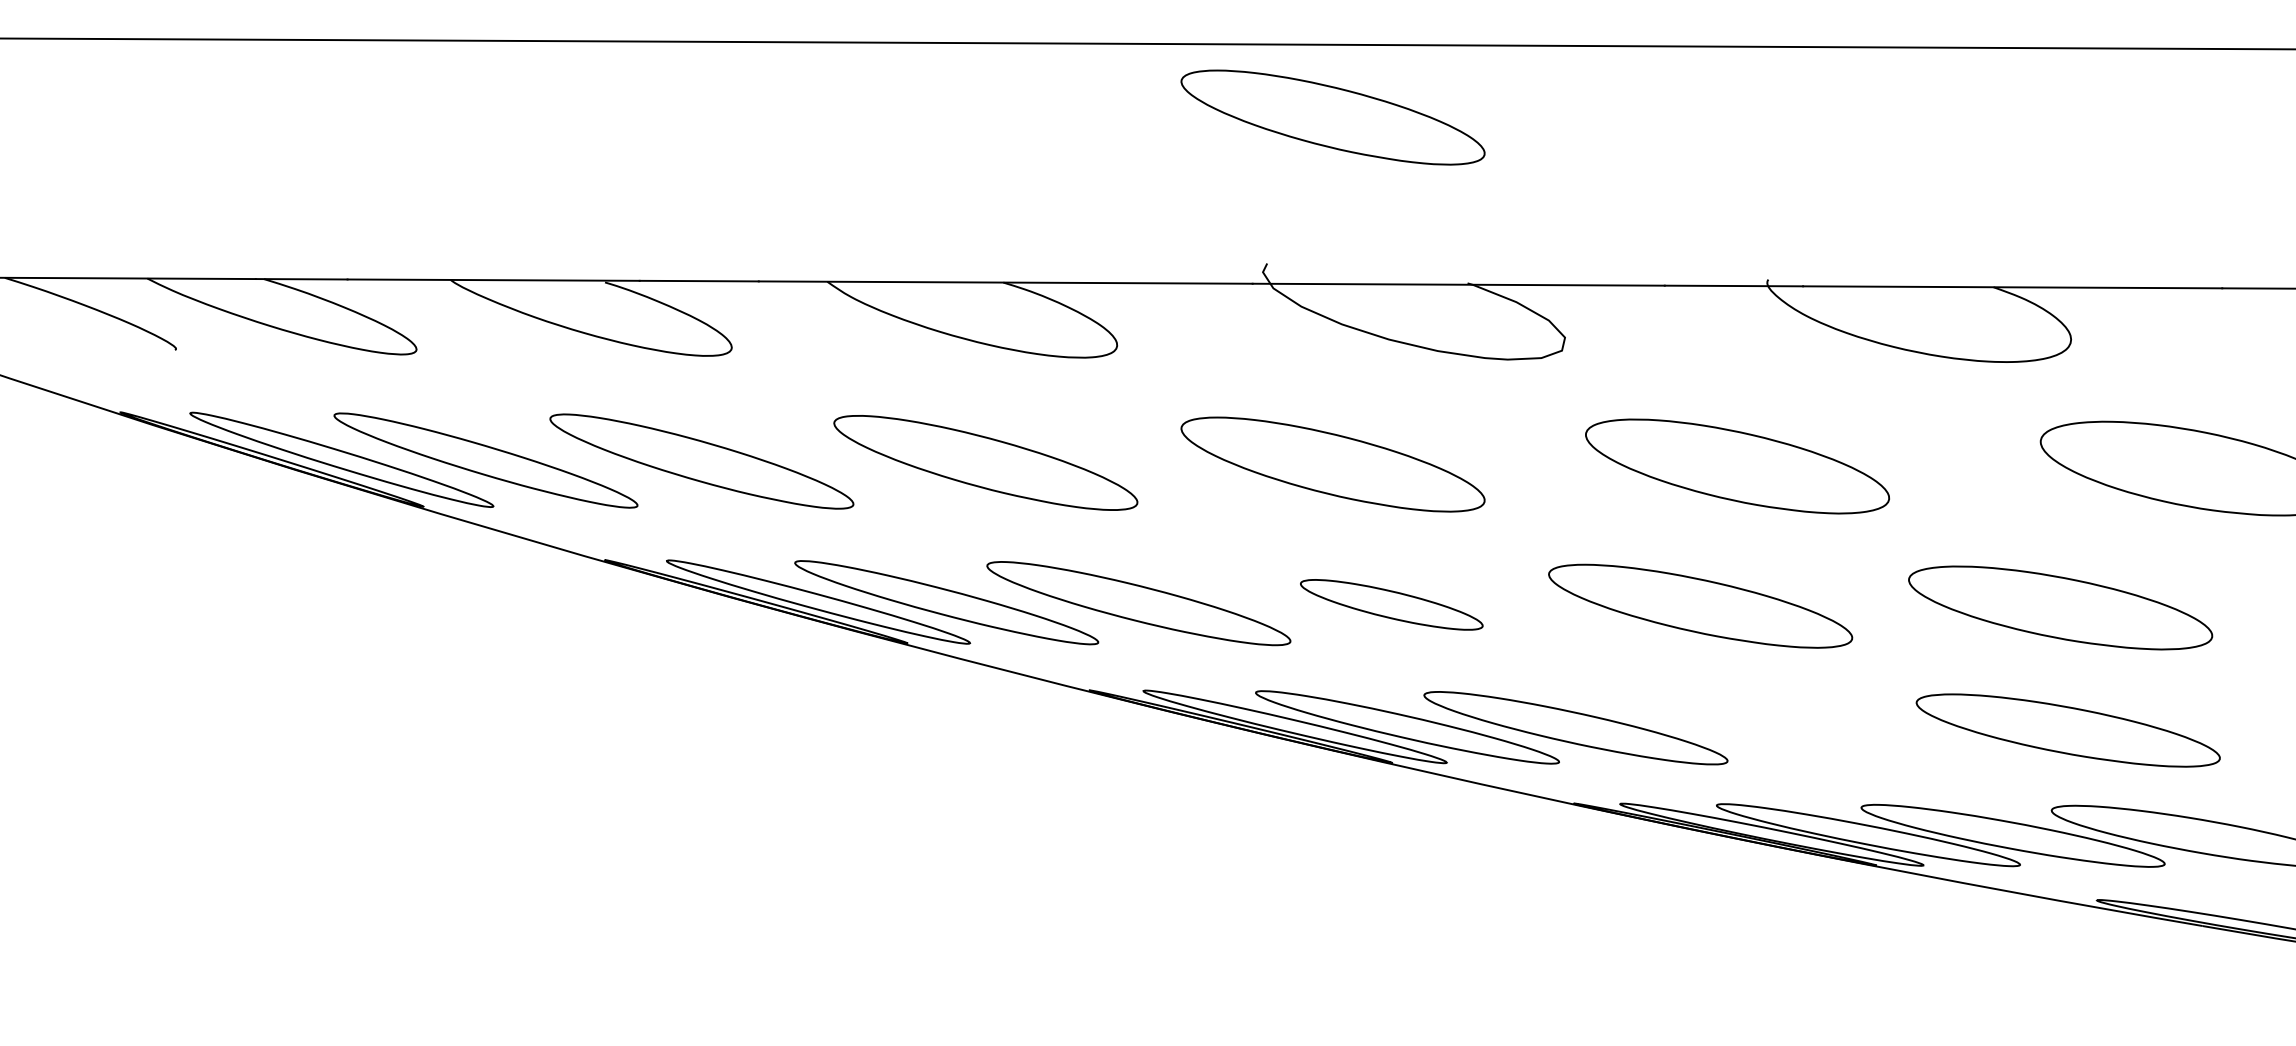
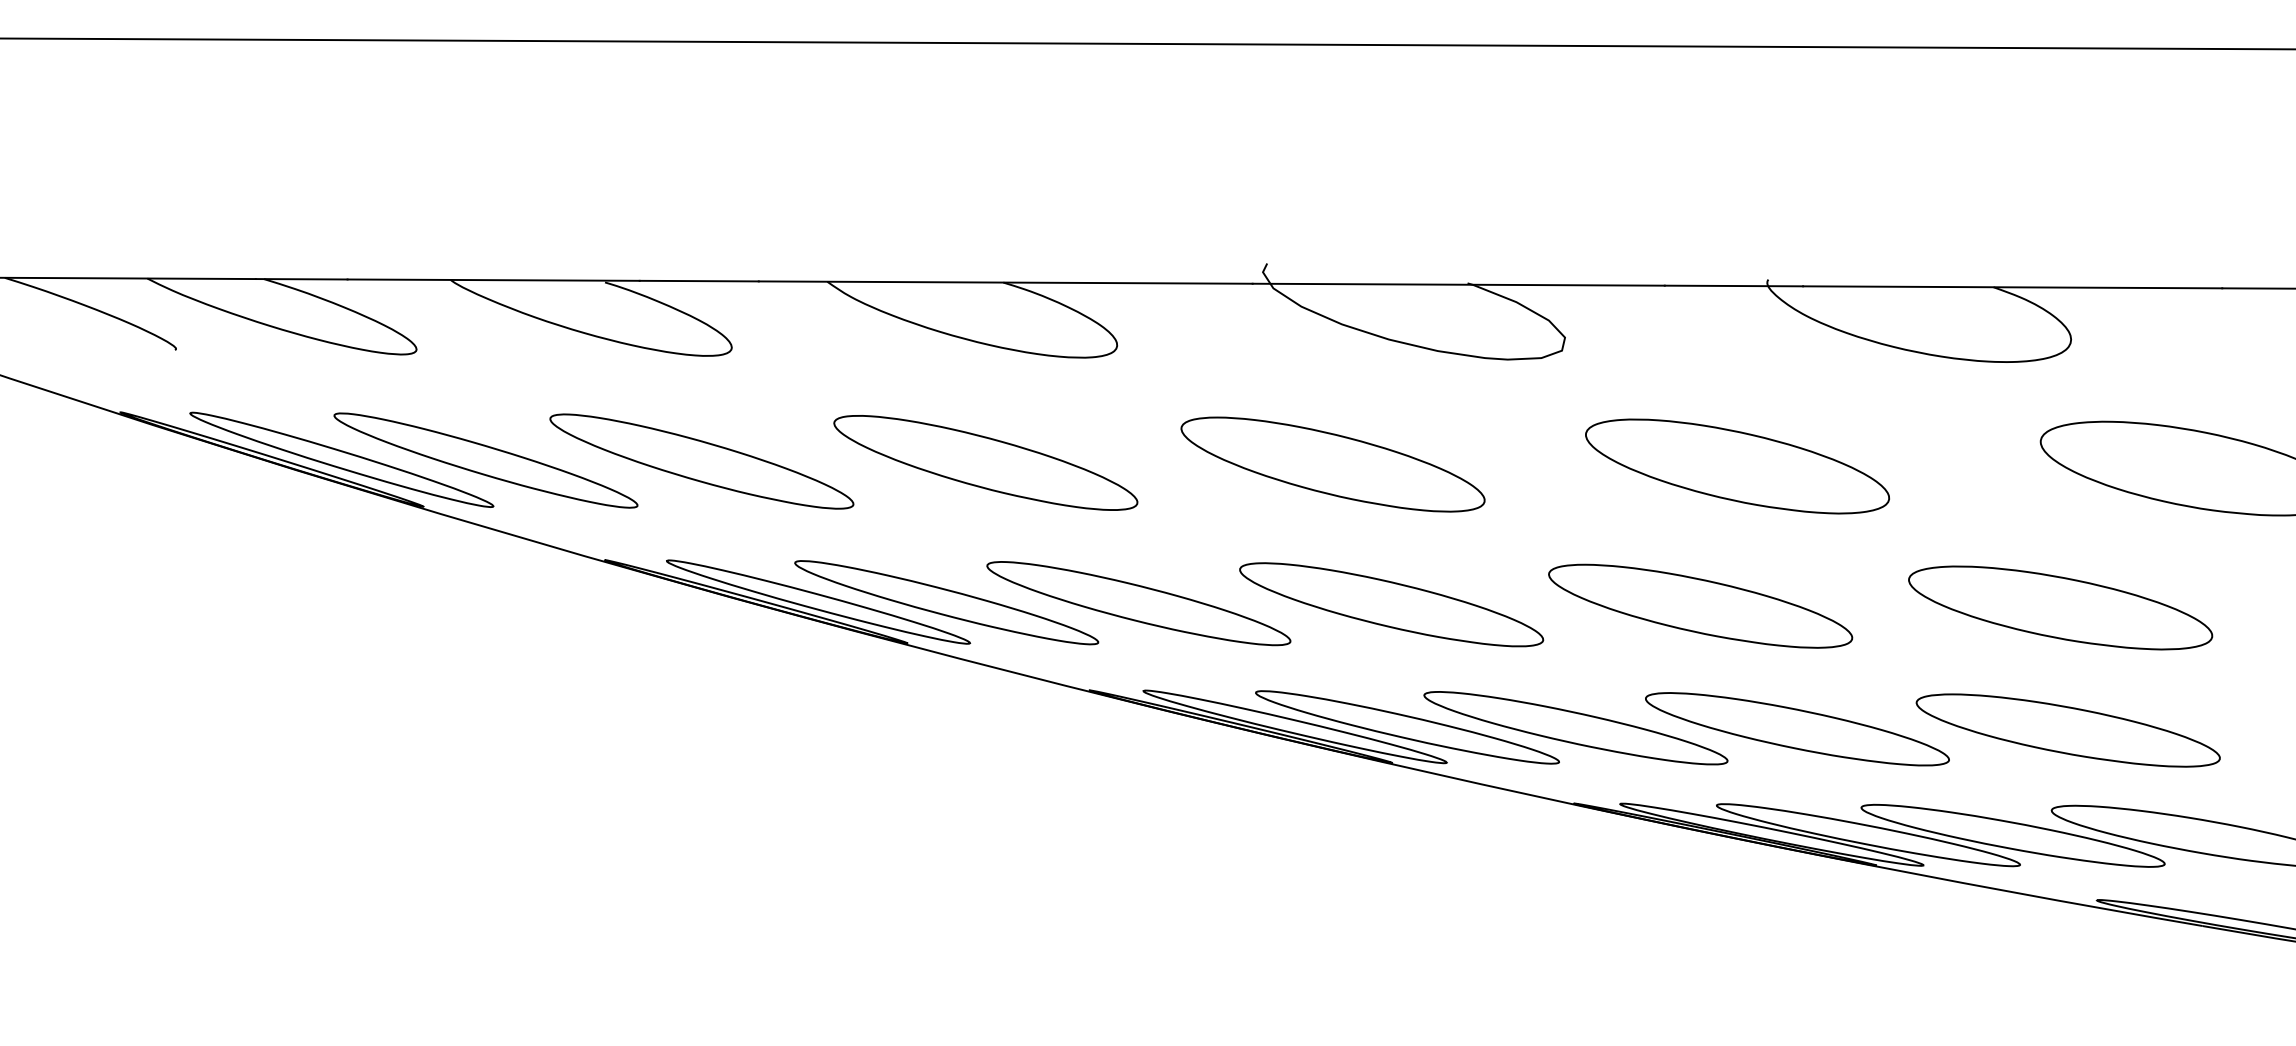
part at (1332, 117): present -> none
part at (1391, 604) size: 184x52 px -> 306x86 px
part at (1797, 729): none -> present
